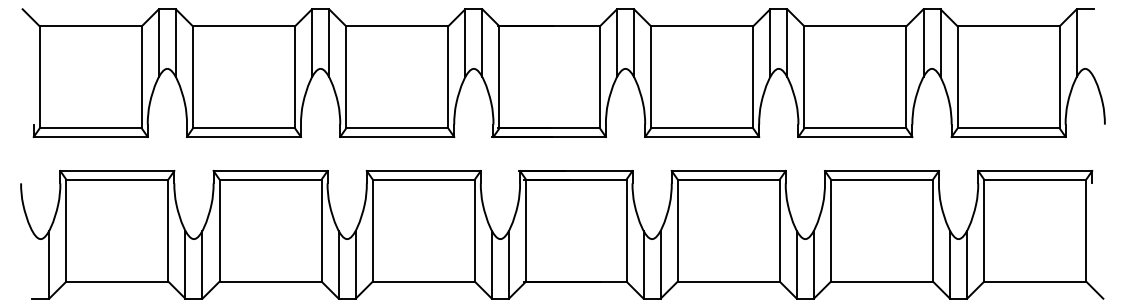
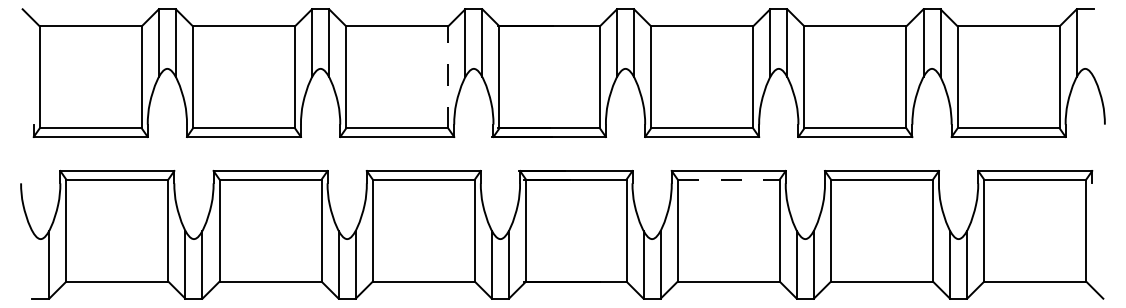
line at (448, 76): solid -> dashed
line at (729, 179): solid -> dashed
